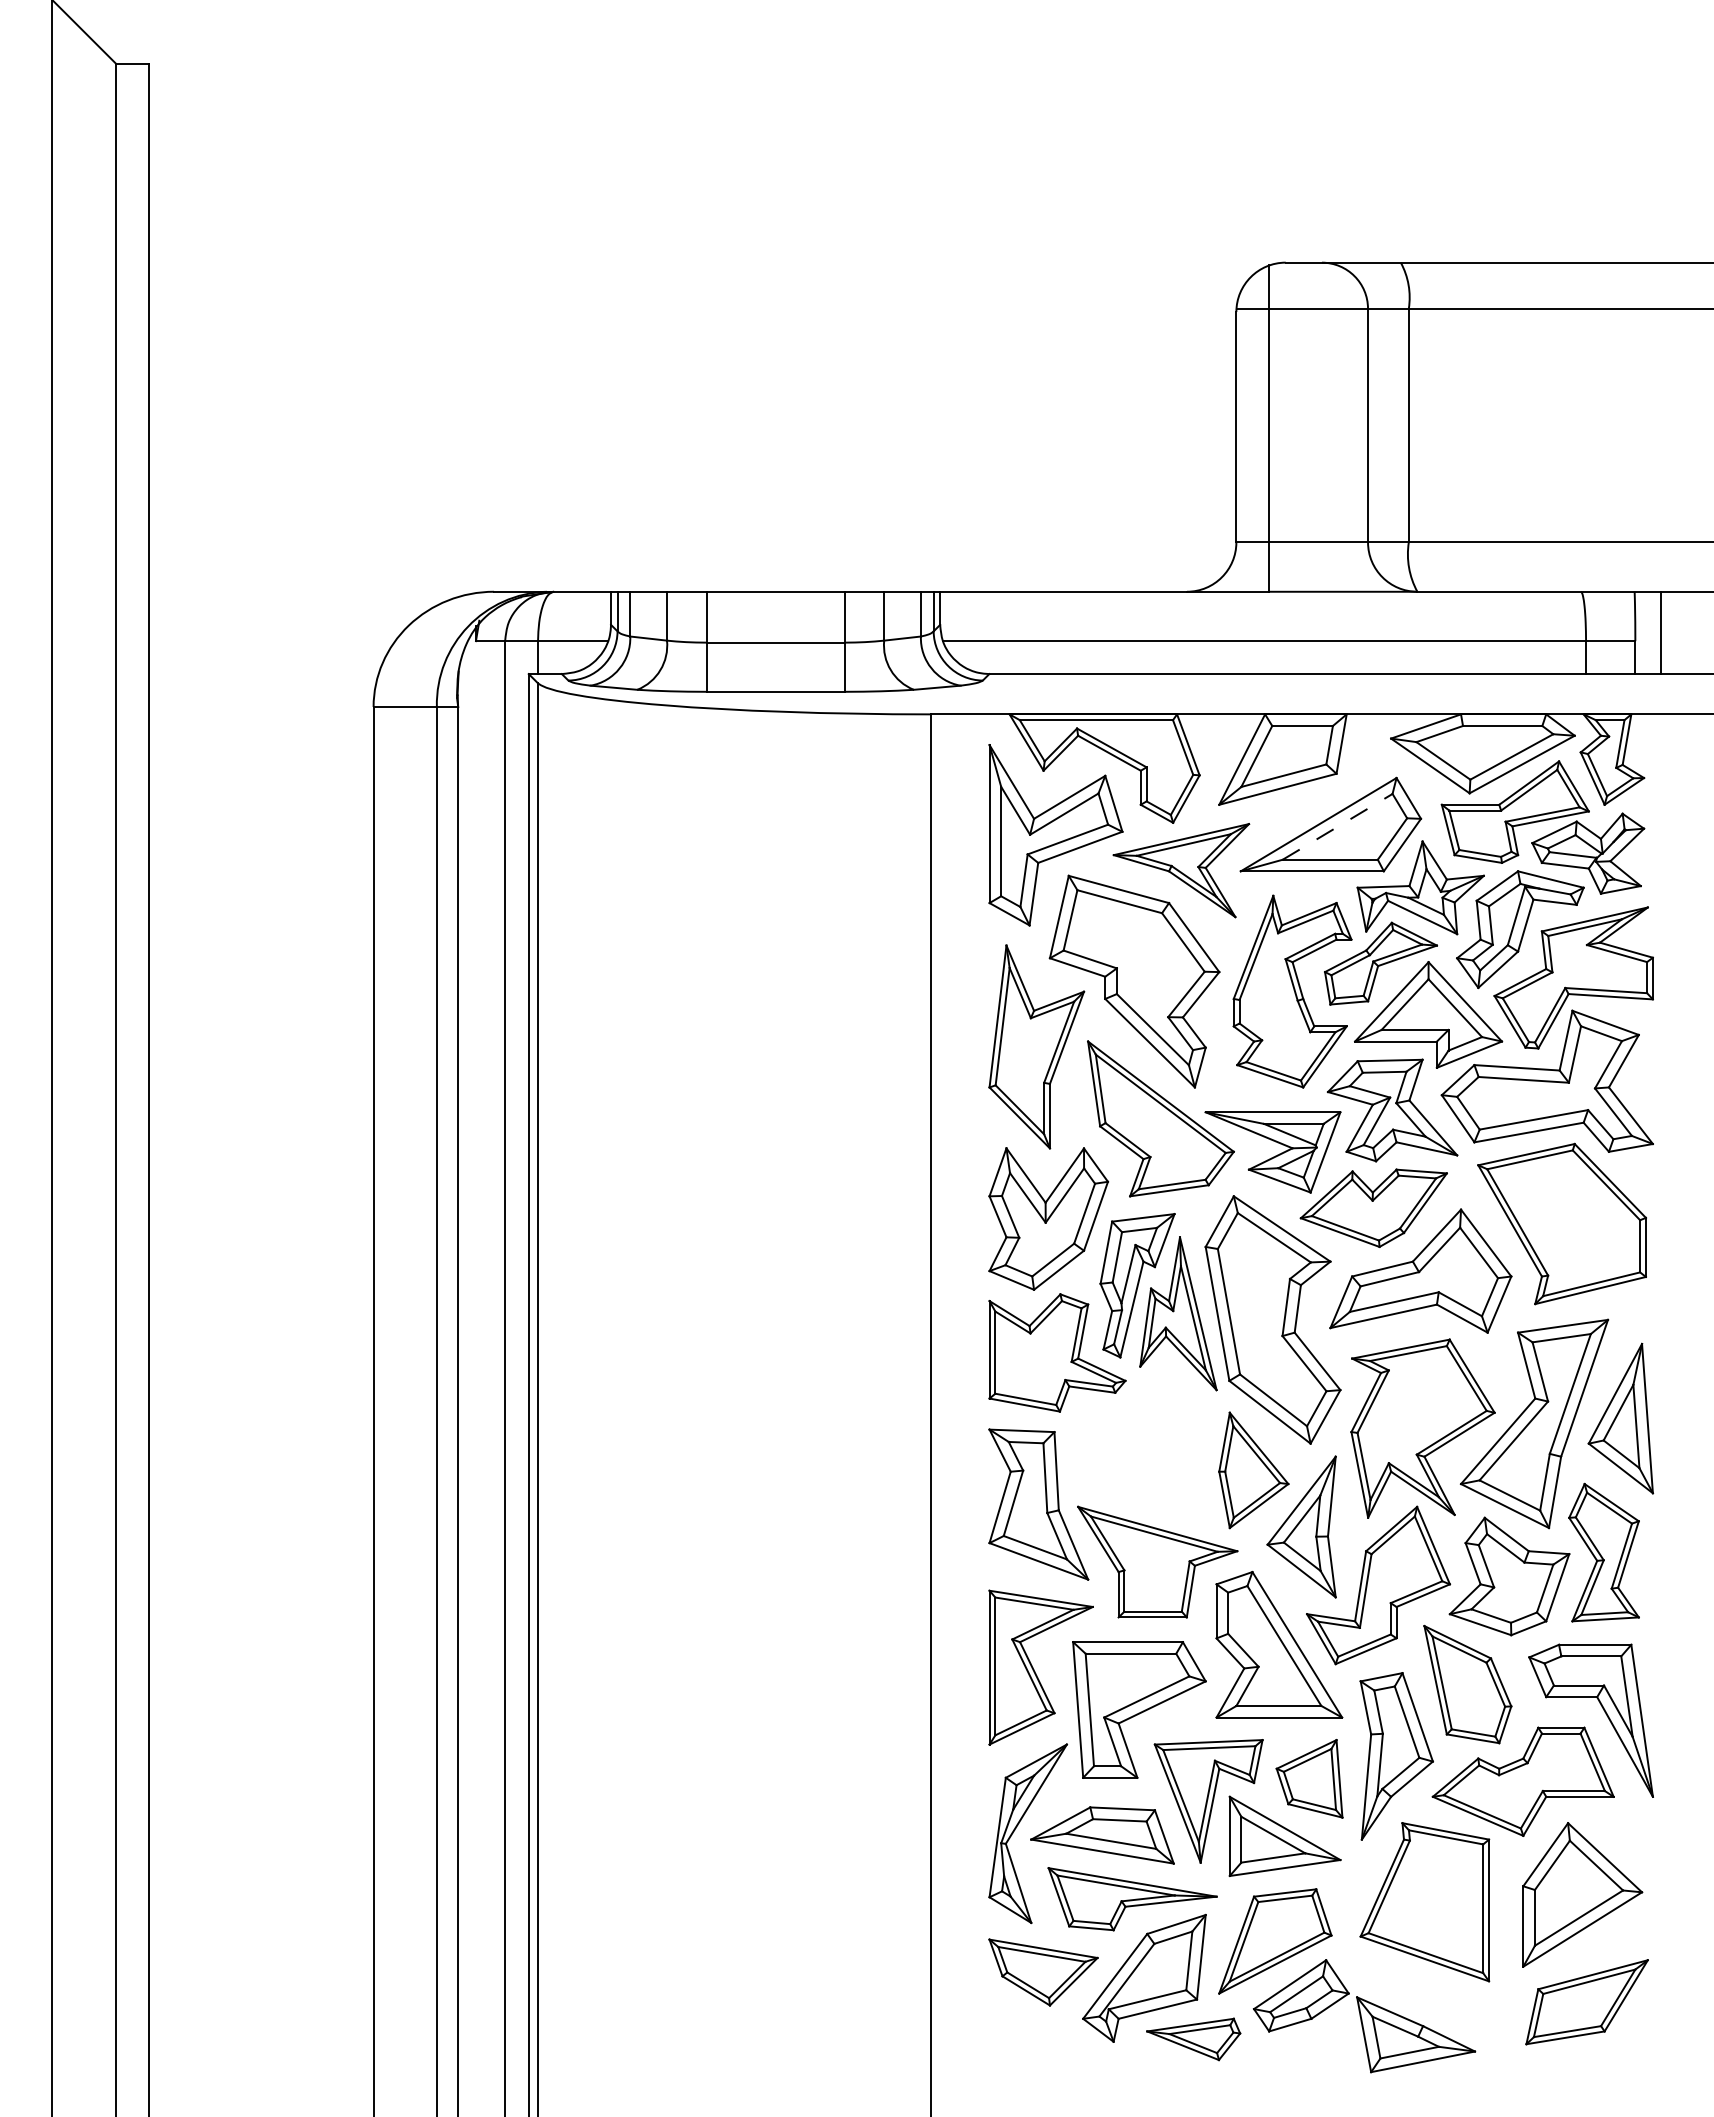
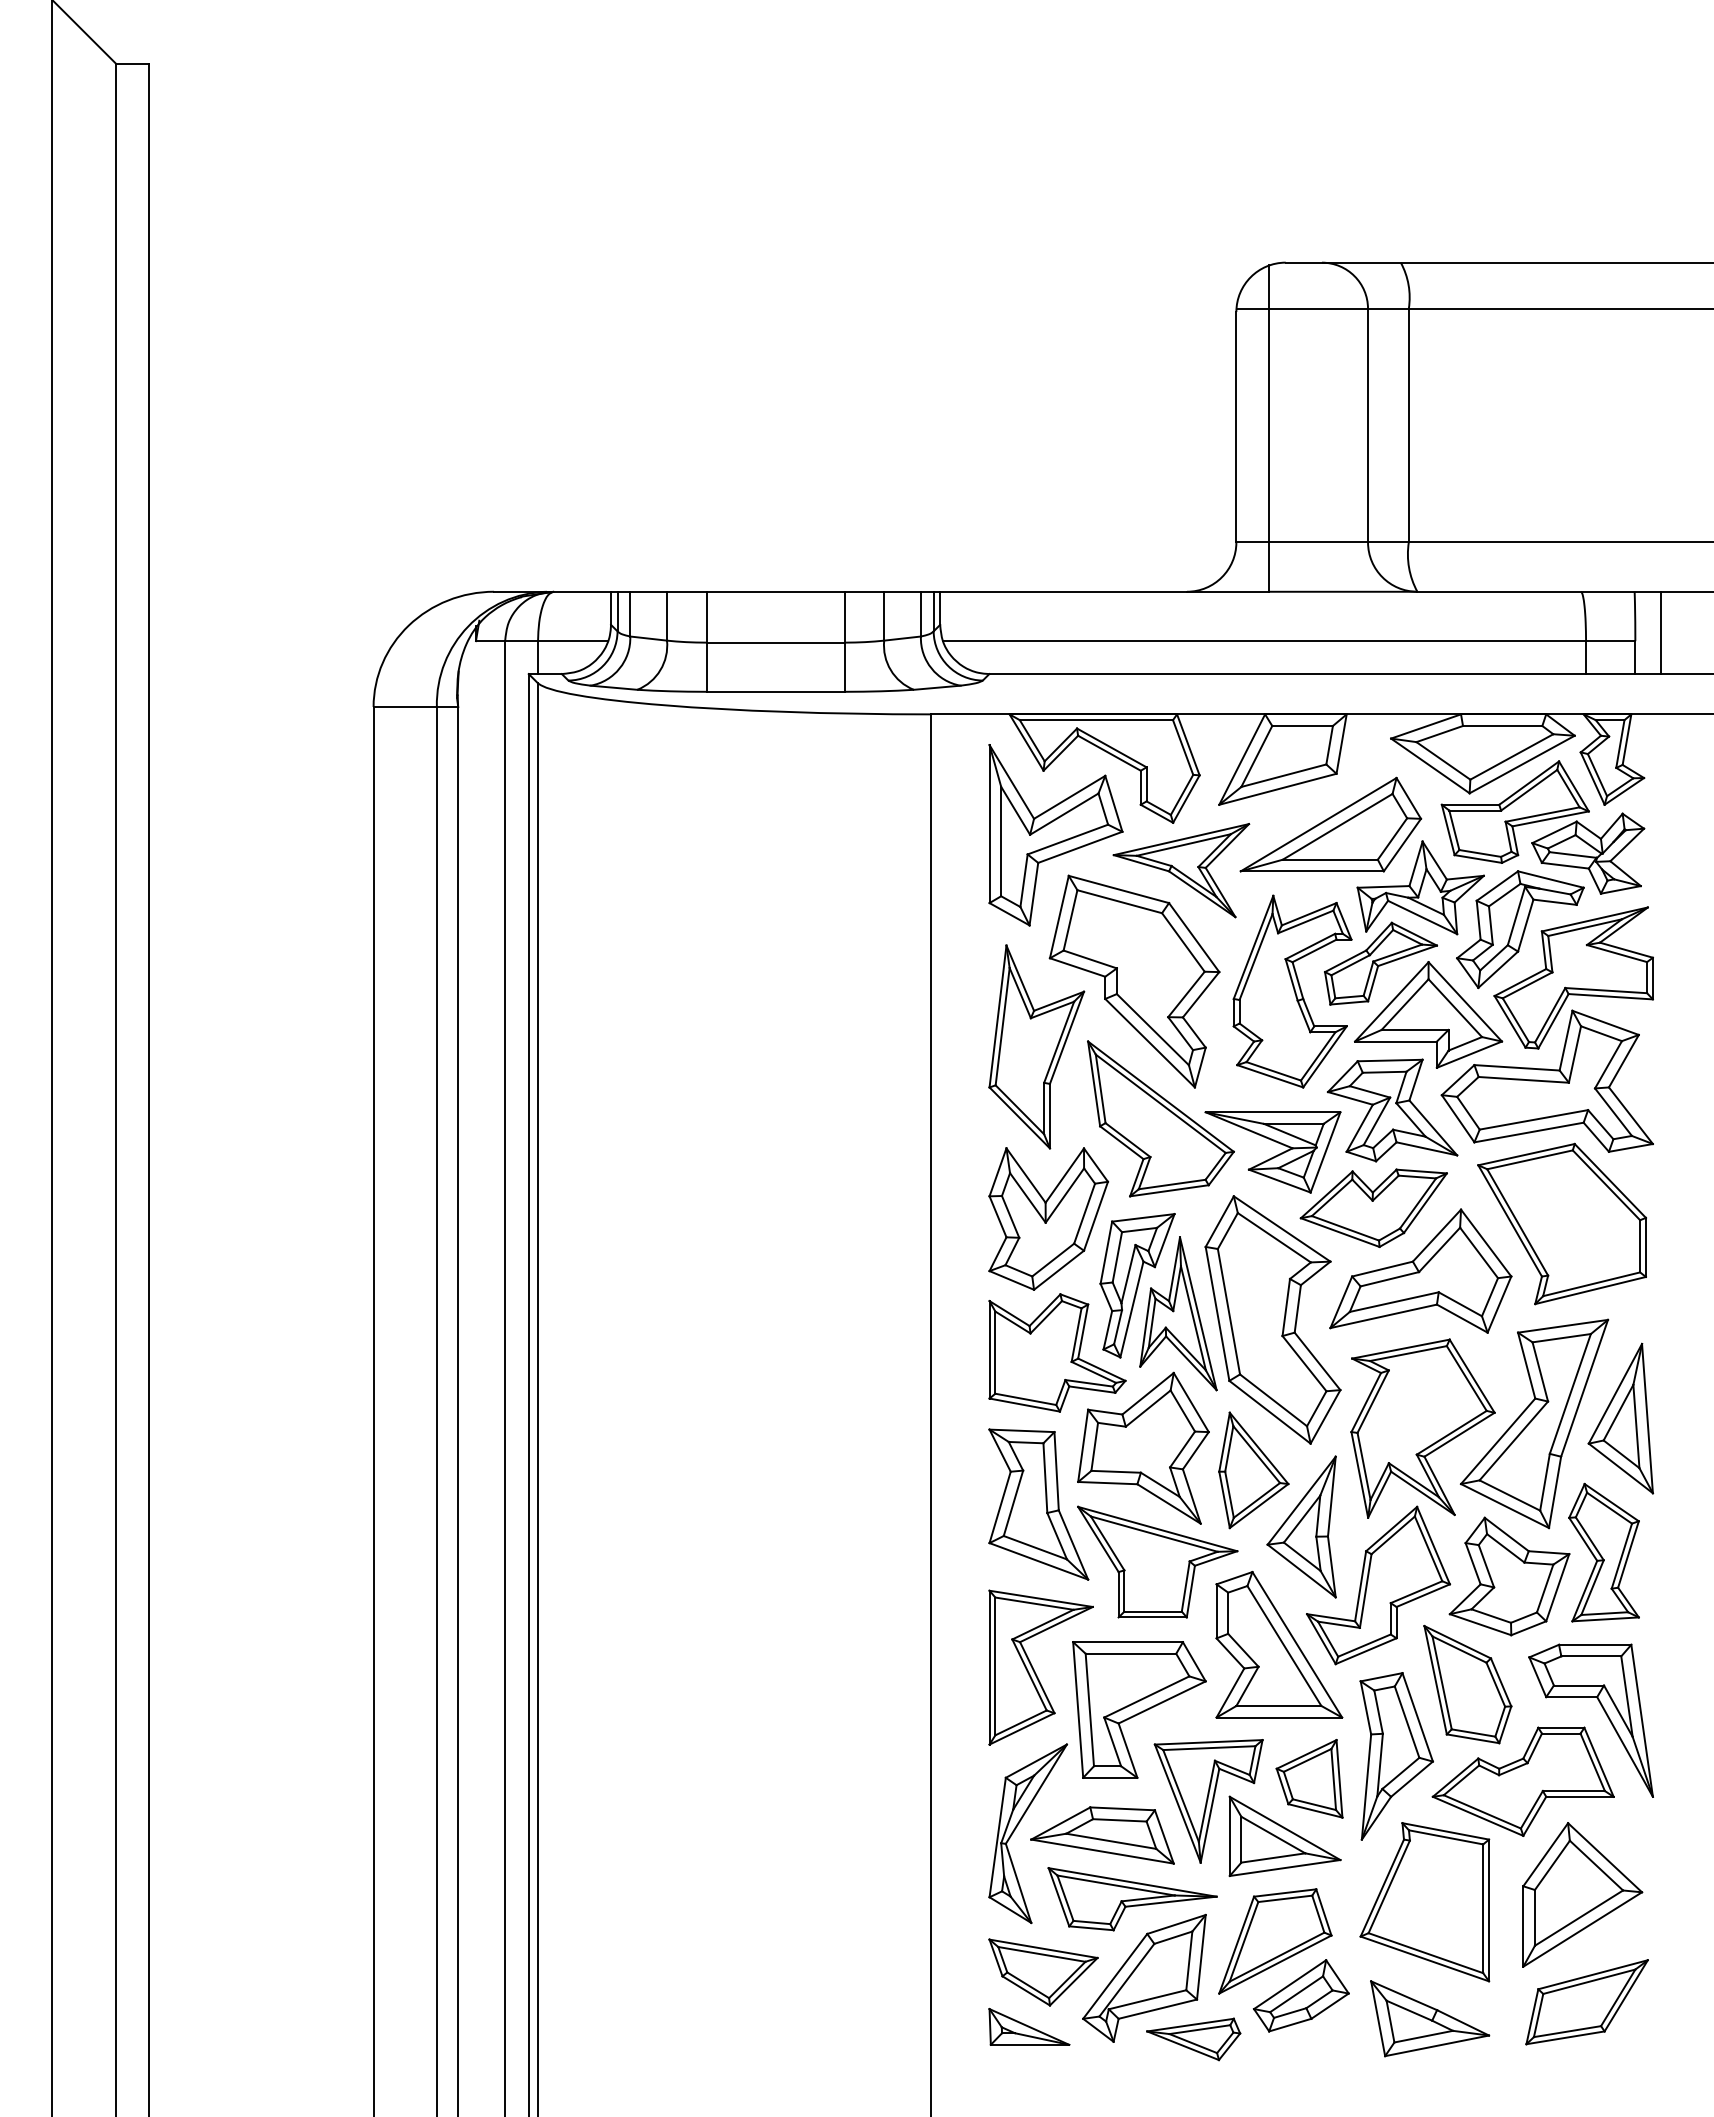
line at (1338, 826): dashed -> solid
part at (1143, 1447): none -> present
part at (1029, 2026): none -> present
part at (1416, 2034) position: (1416, 2034) -> (1430, 2018)
